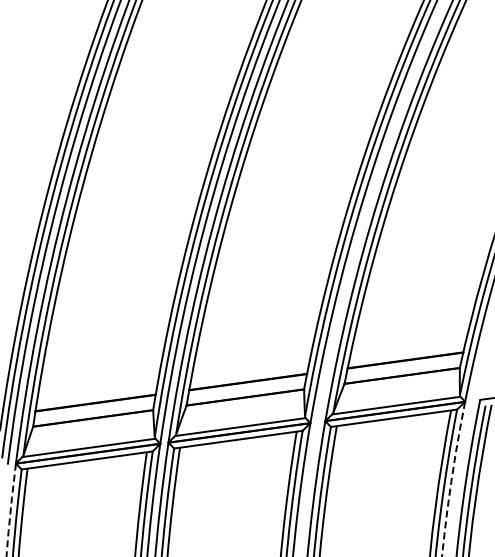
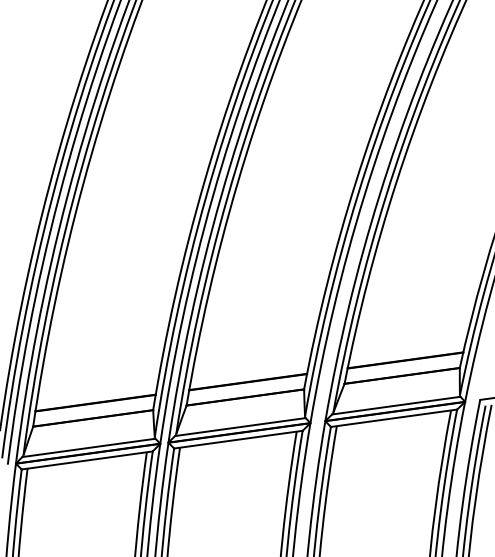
arc at (451, 479): dashed -> solid
arc at (10, 510): dashed -> solid
